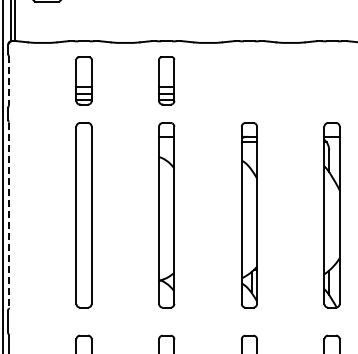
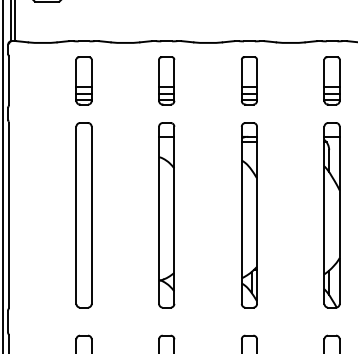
part at (249, 80): none -> present
part at (331, 80): none -> present
line at (9, 81): dashed -> solid
line at (9, 215): dashed -> solid
